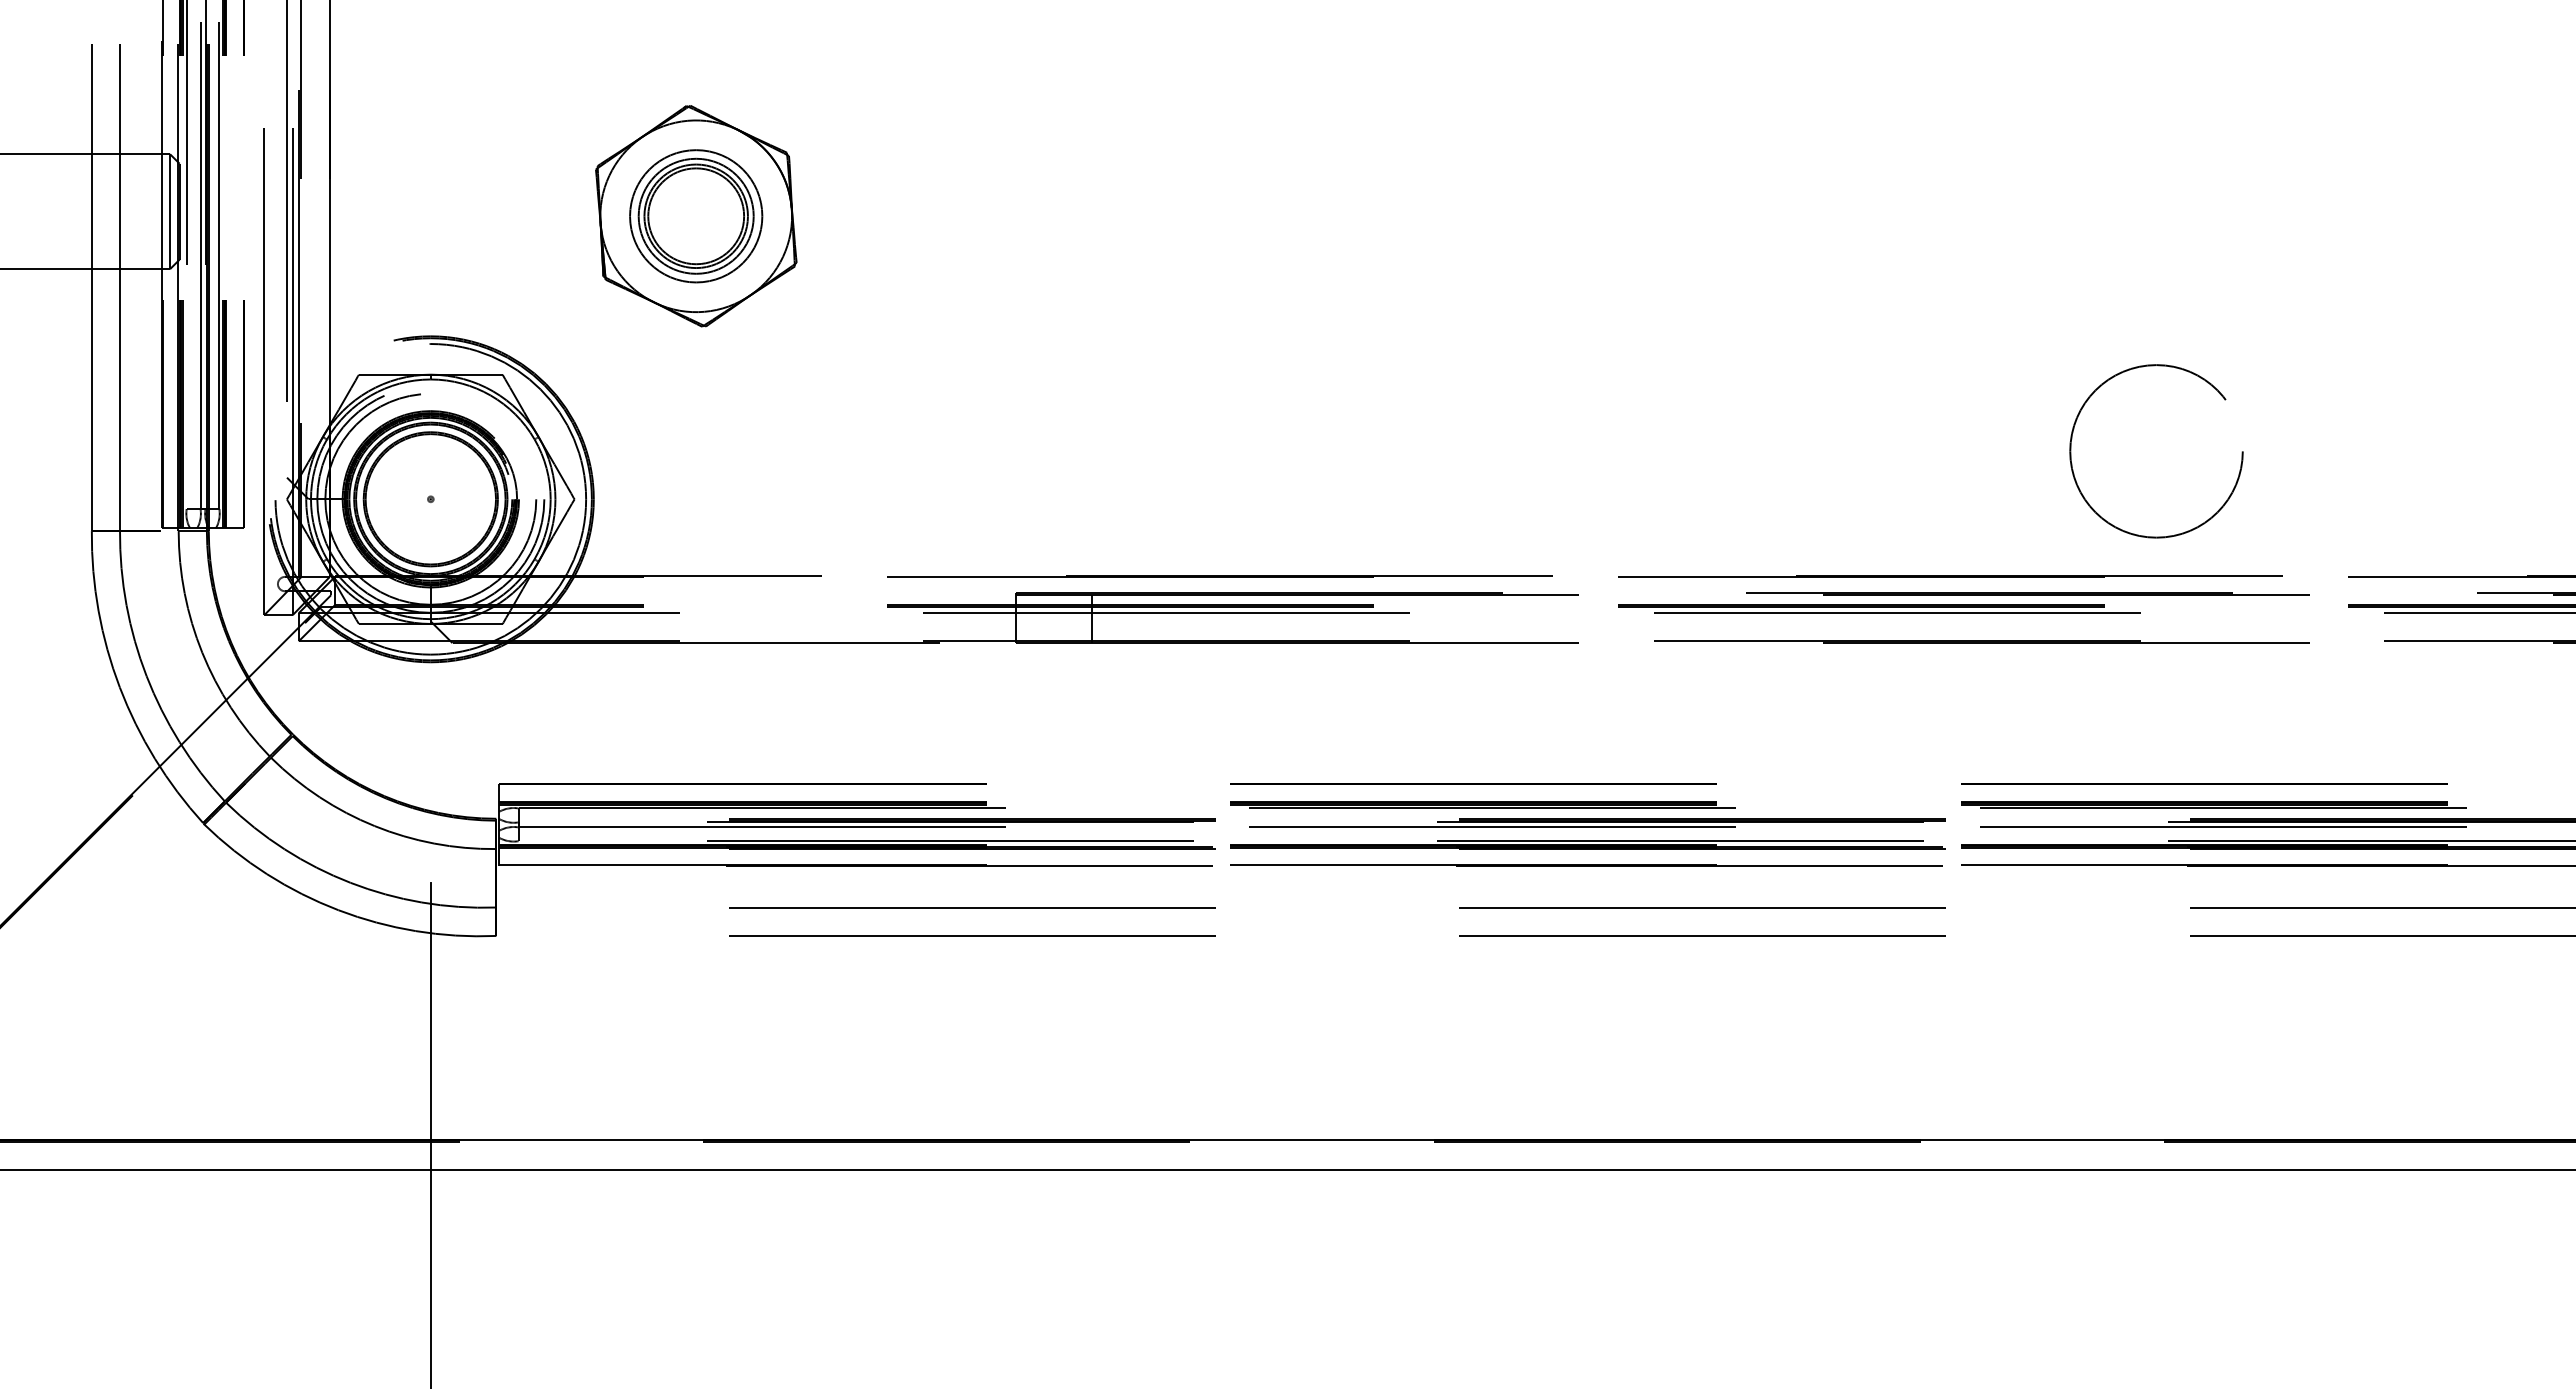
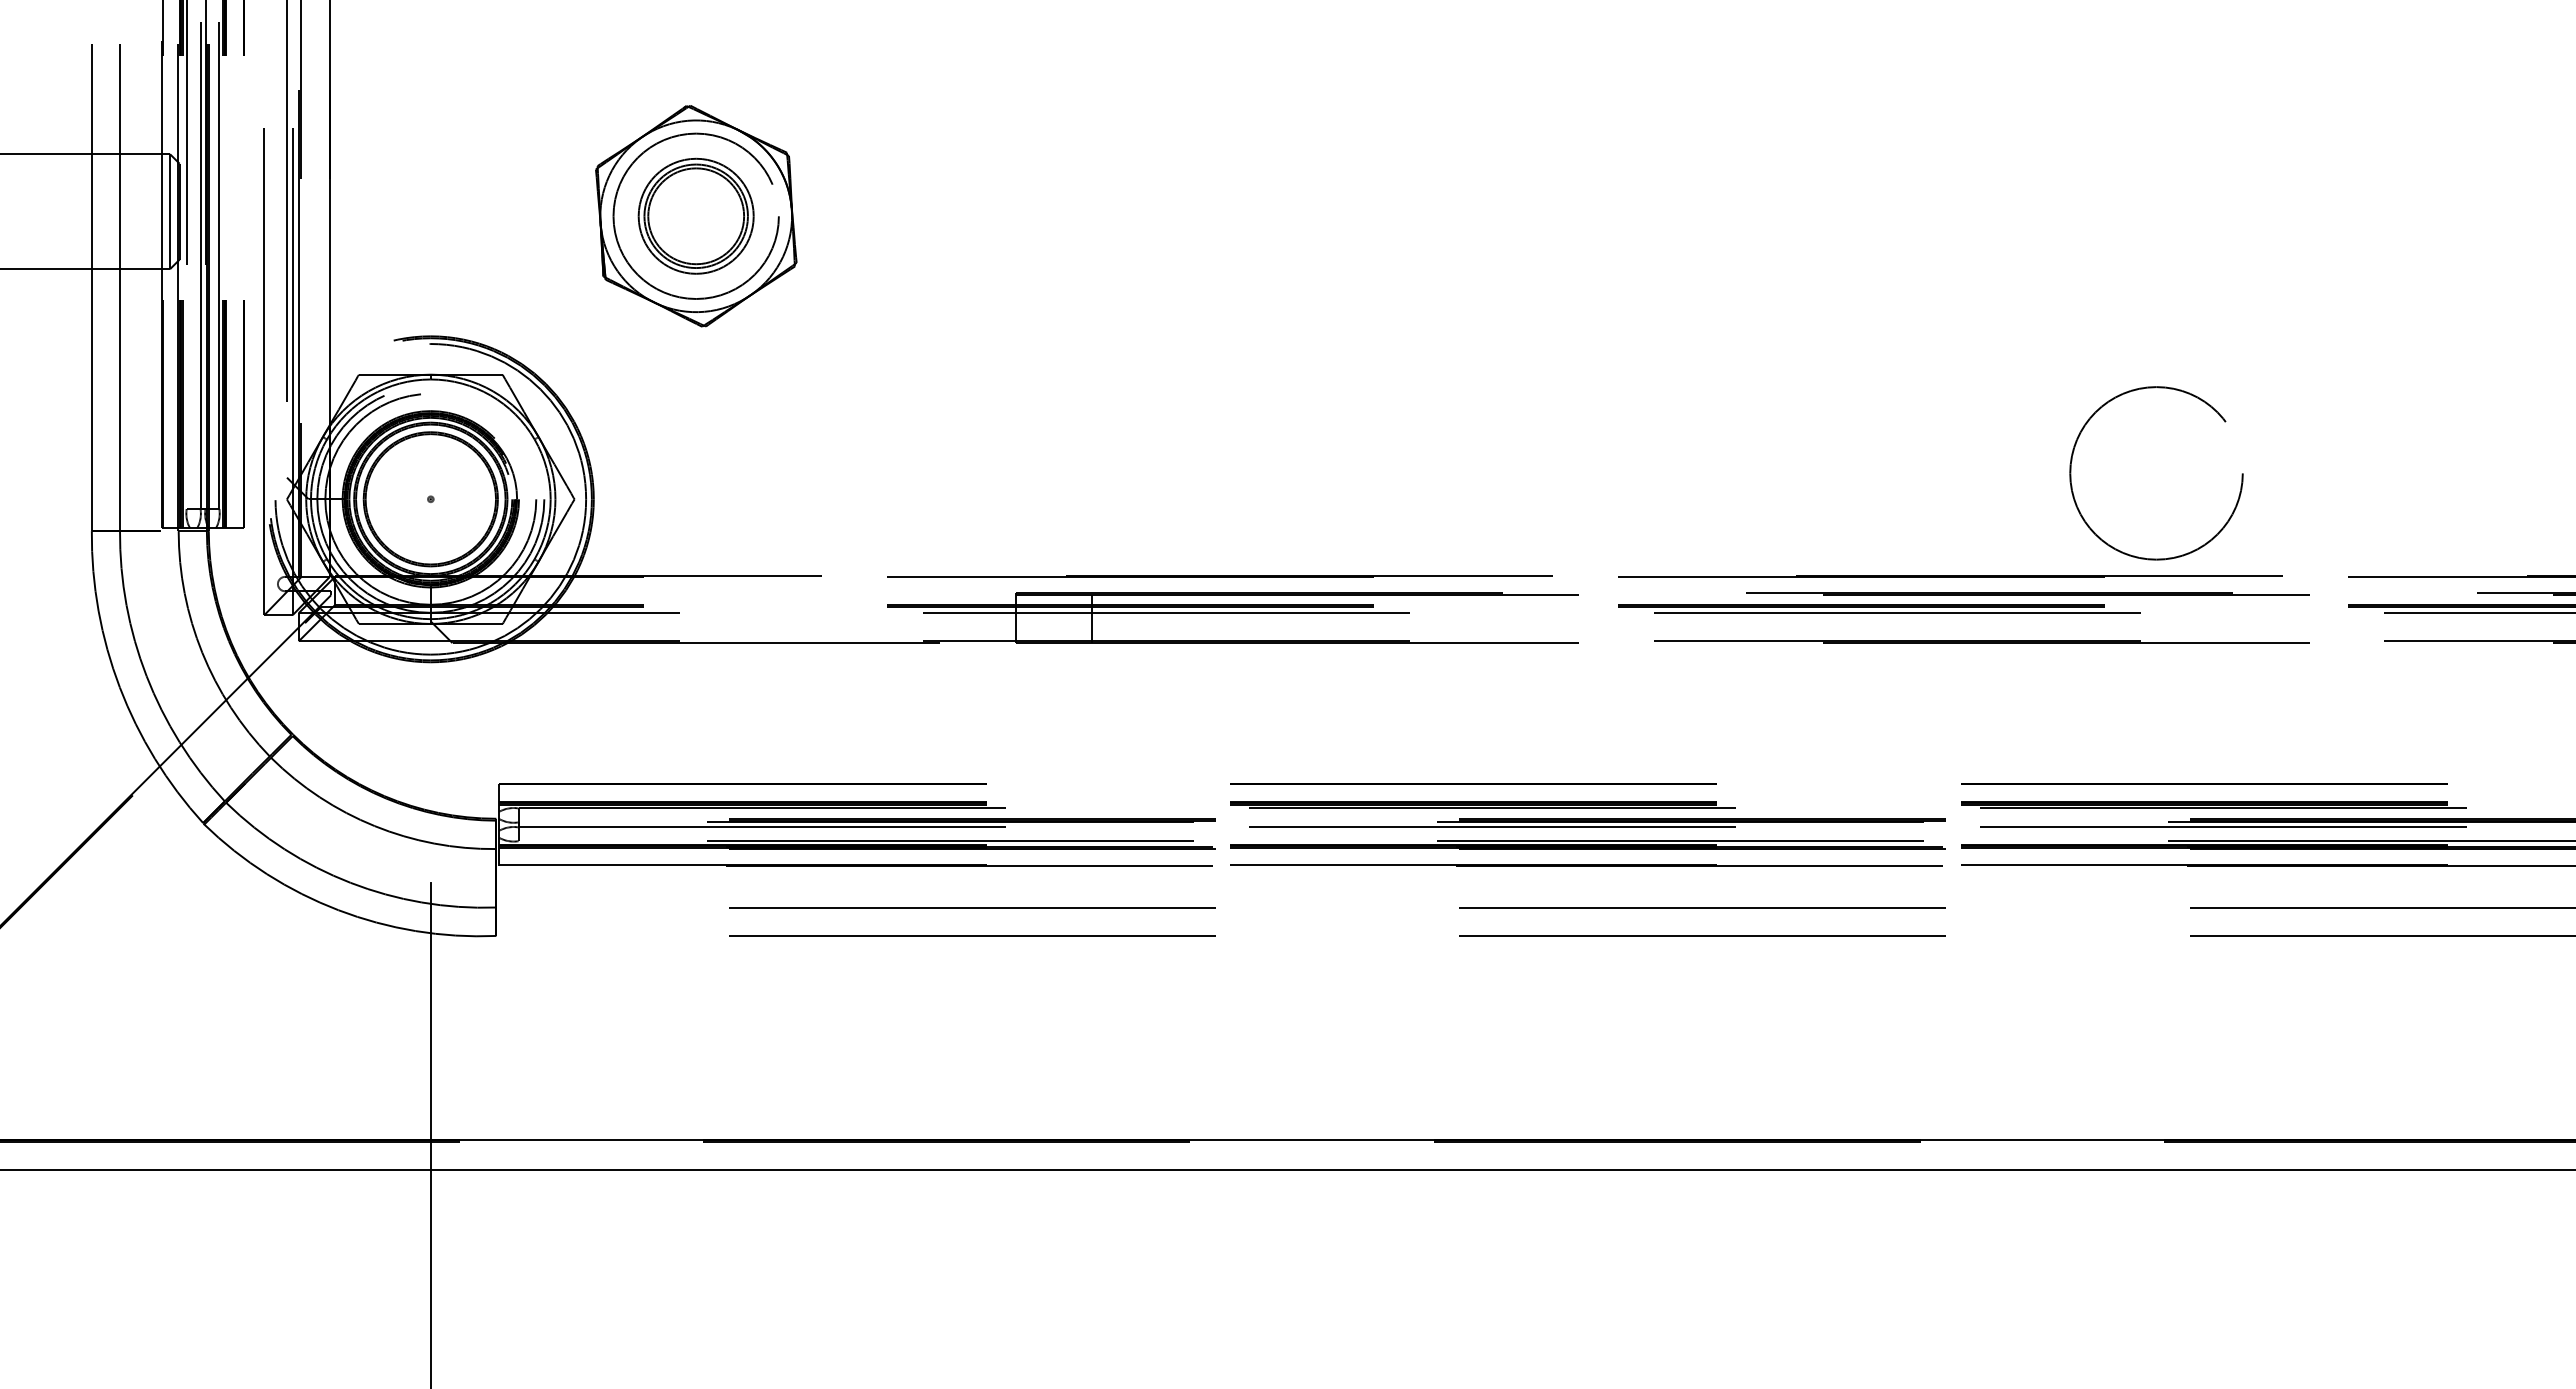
circle at (696, 216) diameter: 132 px -> 165 px
circle at (2156, 451) position: (2156, 451) -> (2156, 473)
